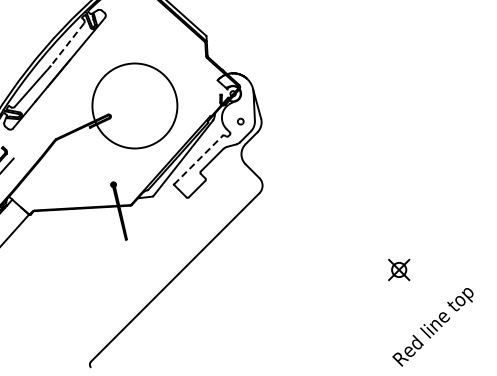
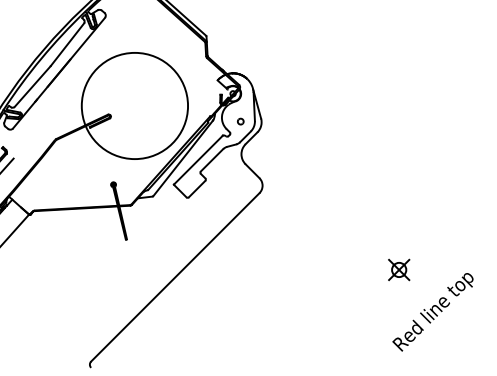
line at (67, 44): dashed -> solid
circle at (134, 105) diameter: 85 px -> 106 px
line at (198, 159): dashed -> solid
text at (432, 327) position: (432, 327) -> (432, 312)
